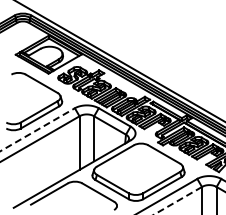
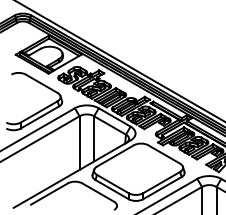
line at (37, 129): dashed -> solid
line at (177, 200): dashed -> solid
